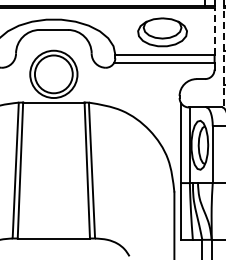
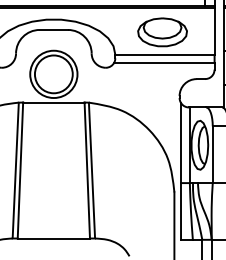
line at (214, 30): dashed -> solid
line at (224, 54): dashed -> solid
